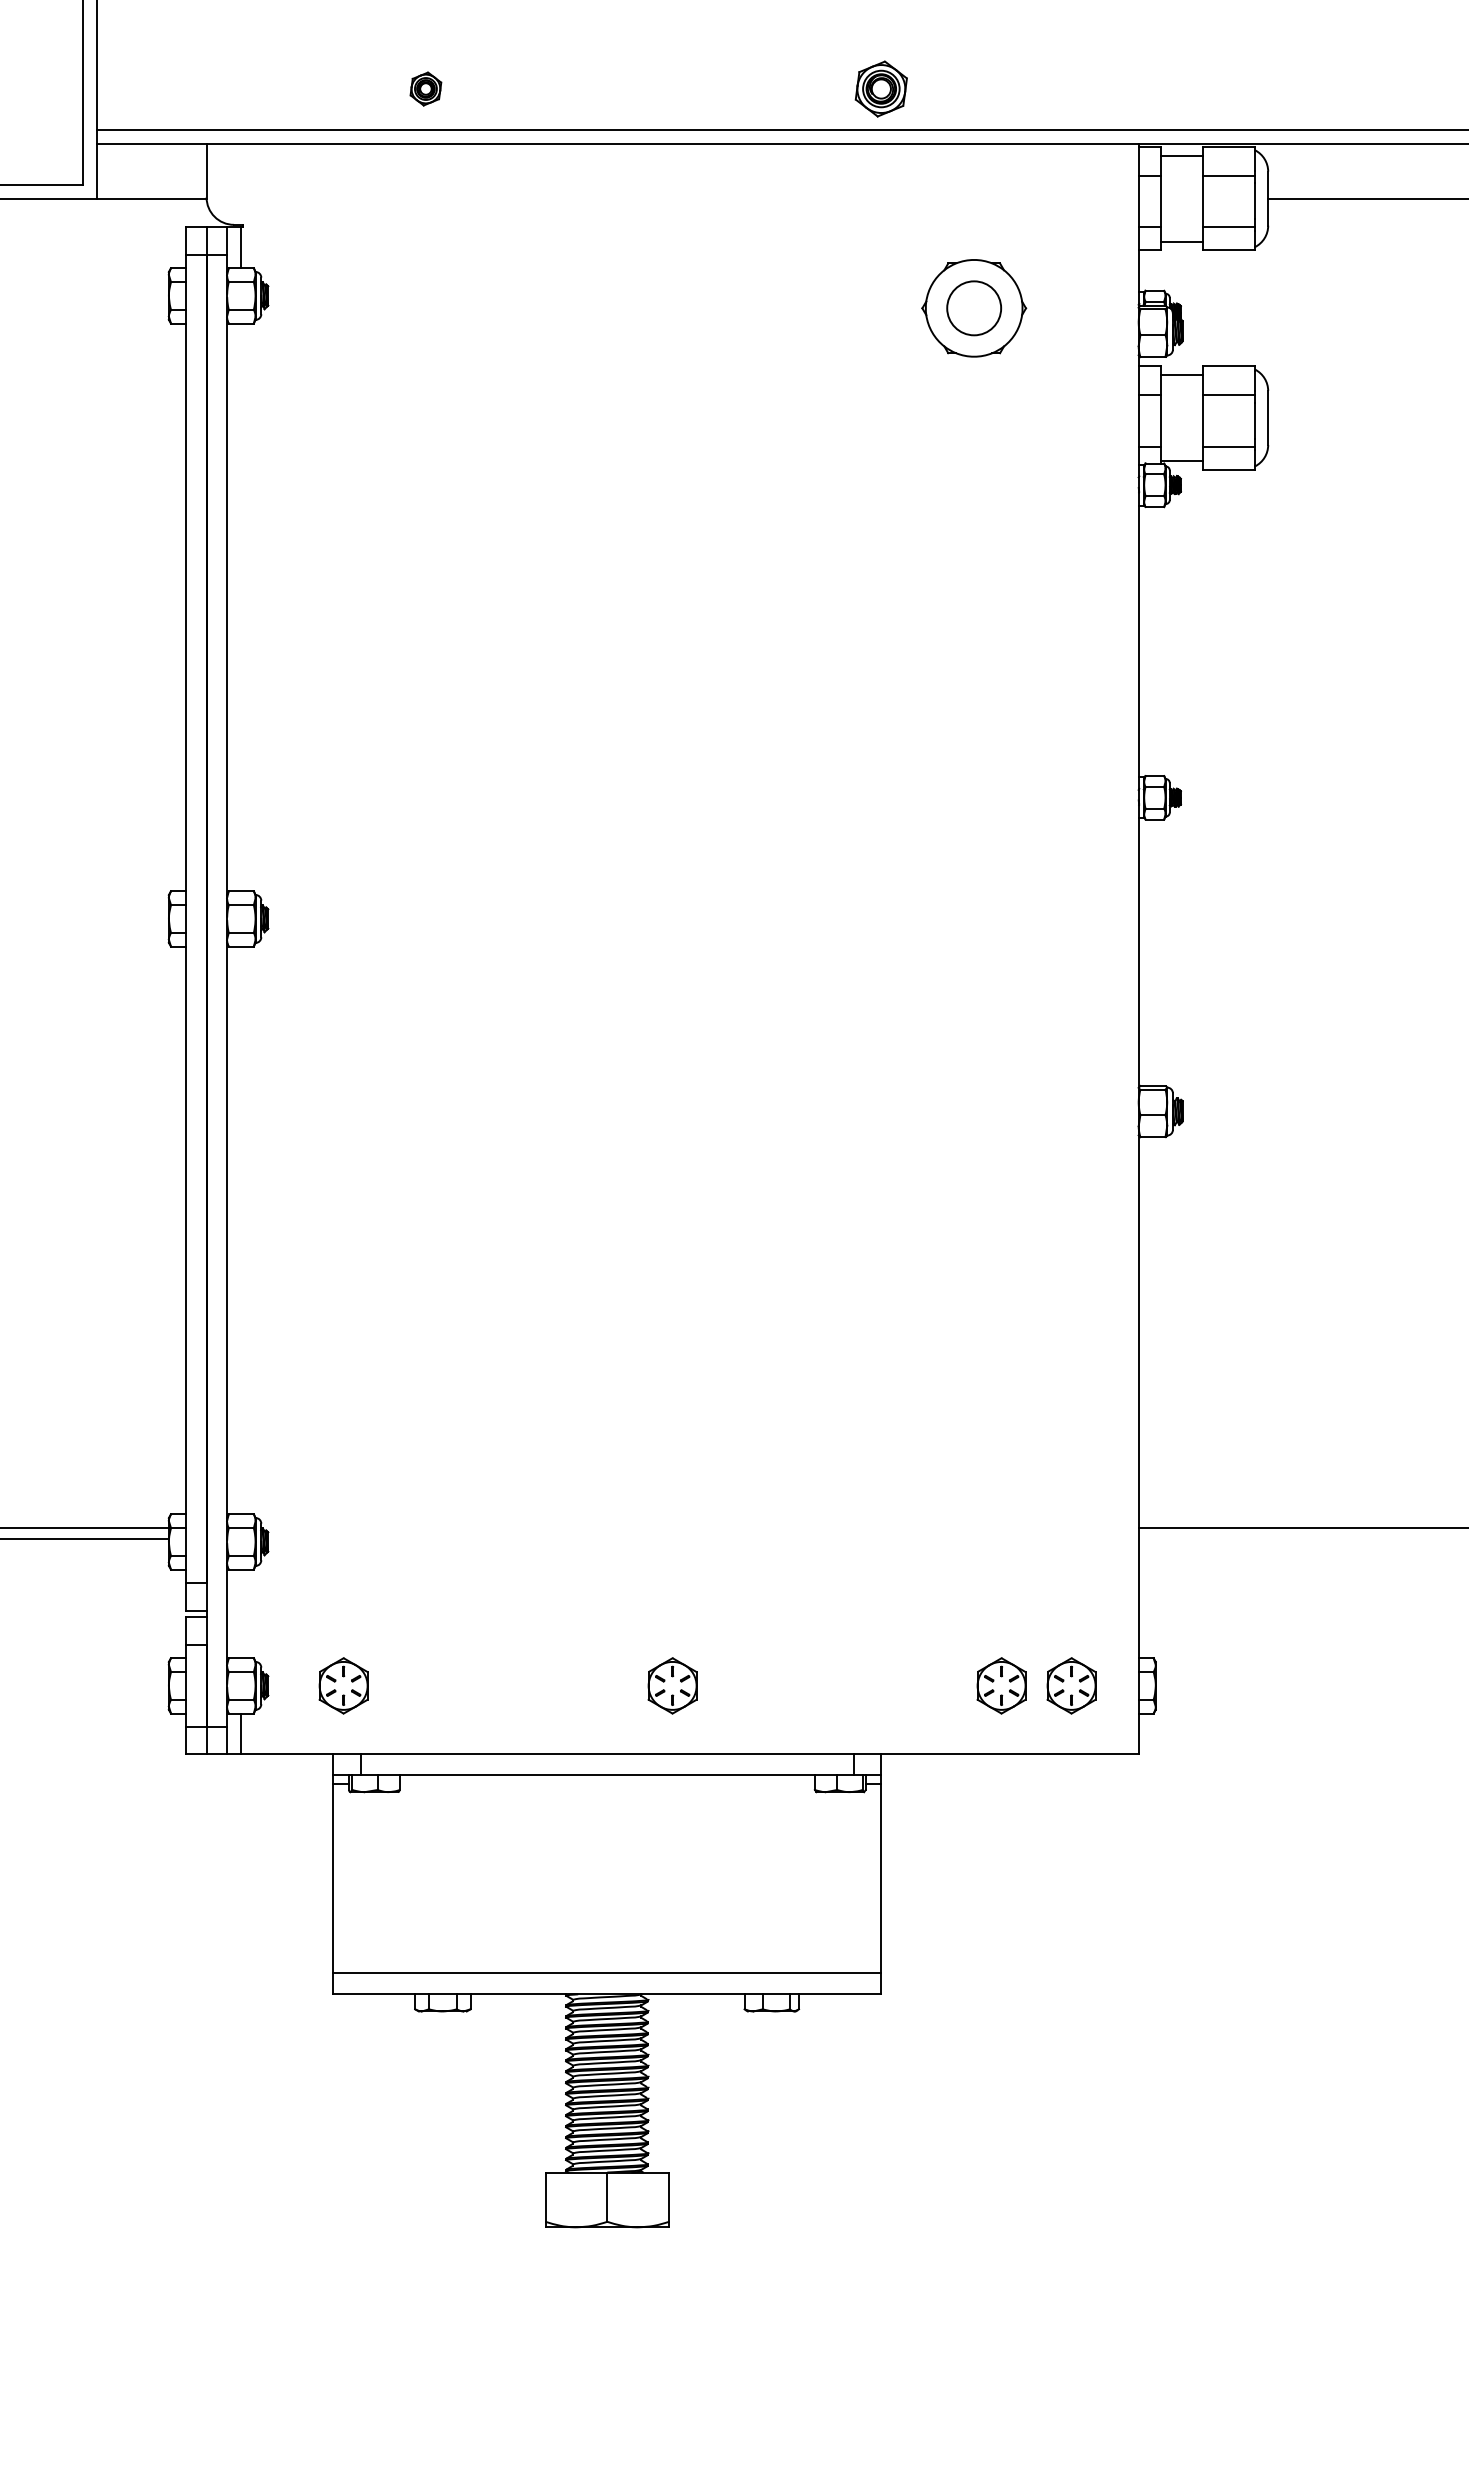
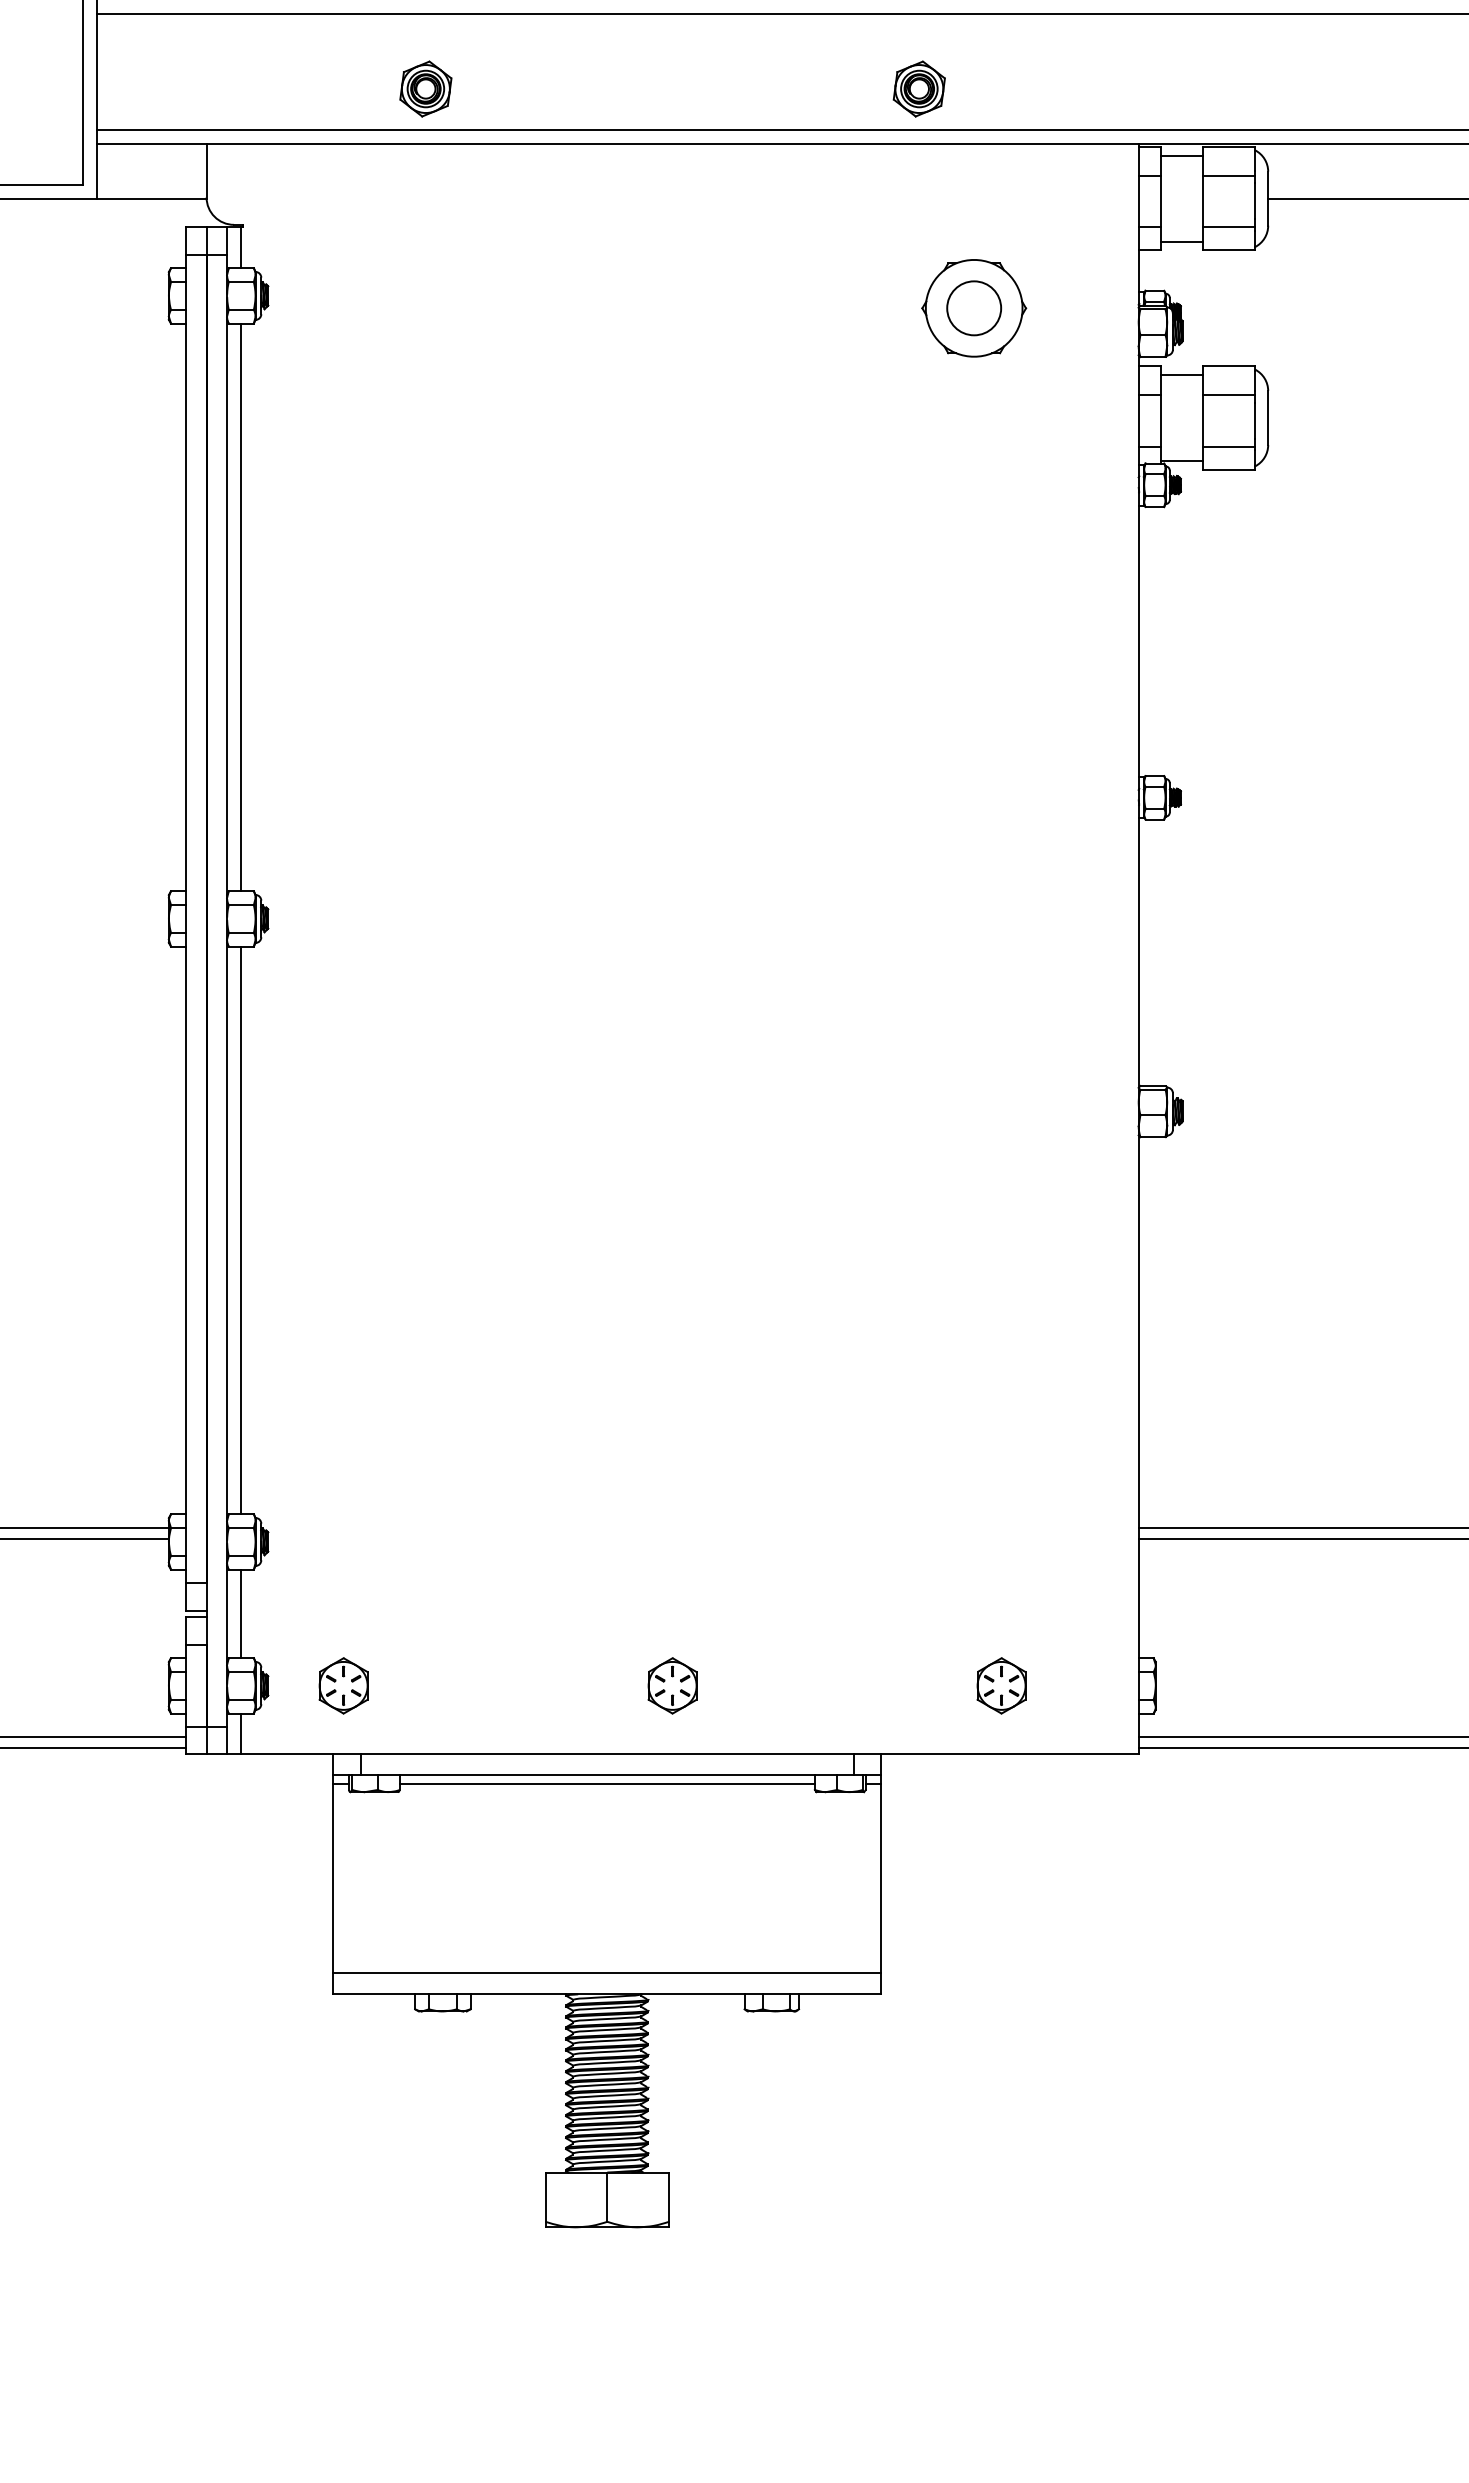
line at (781, 13): none -> present
part at (425, 88) size: 34x36 px -> 54x58 px
part at (880, 88) position: (880, 88) -> (918, 88)
line at (240, 607): none -> present
line at (240, 1230): none -> present
line at (1301, 1539): none -> present
line at (240, 1613): none -> present
part at (1071, 1685): present -> none
line at (94, 1736): none -> present
line at (1301, 1736): none -> present
line at (94, 1747): none -> present
line at (1301, 1747): none -> present
line at (606, 1783): none -> present
